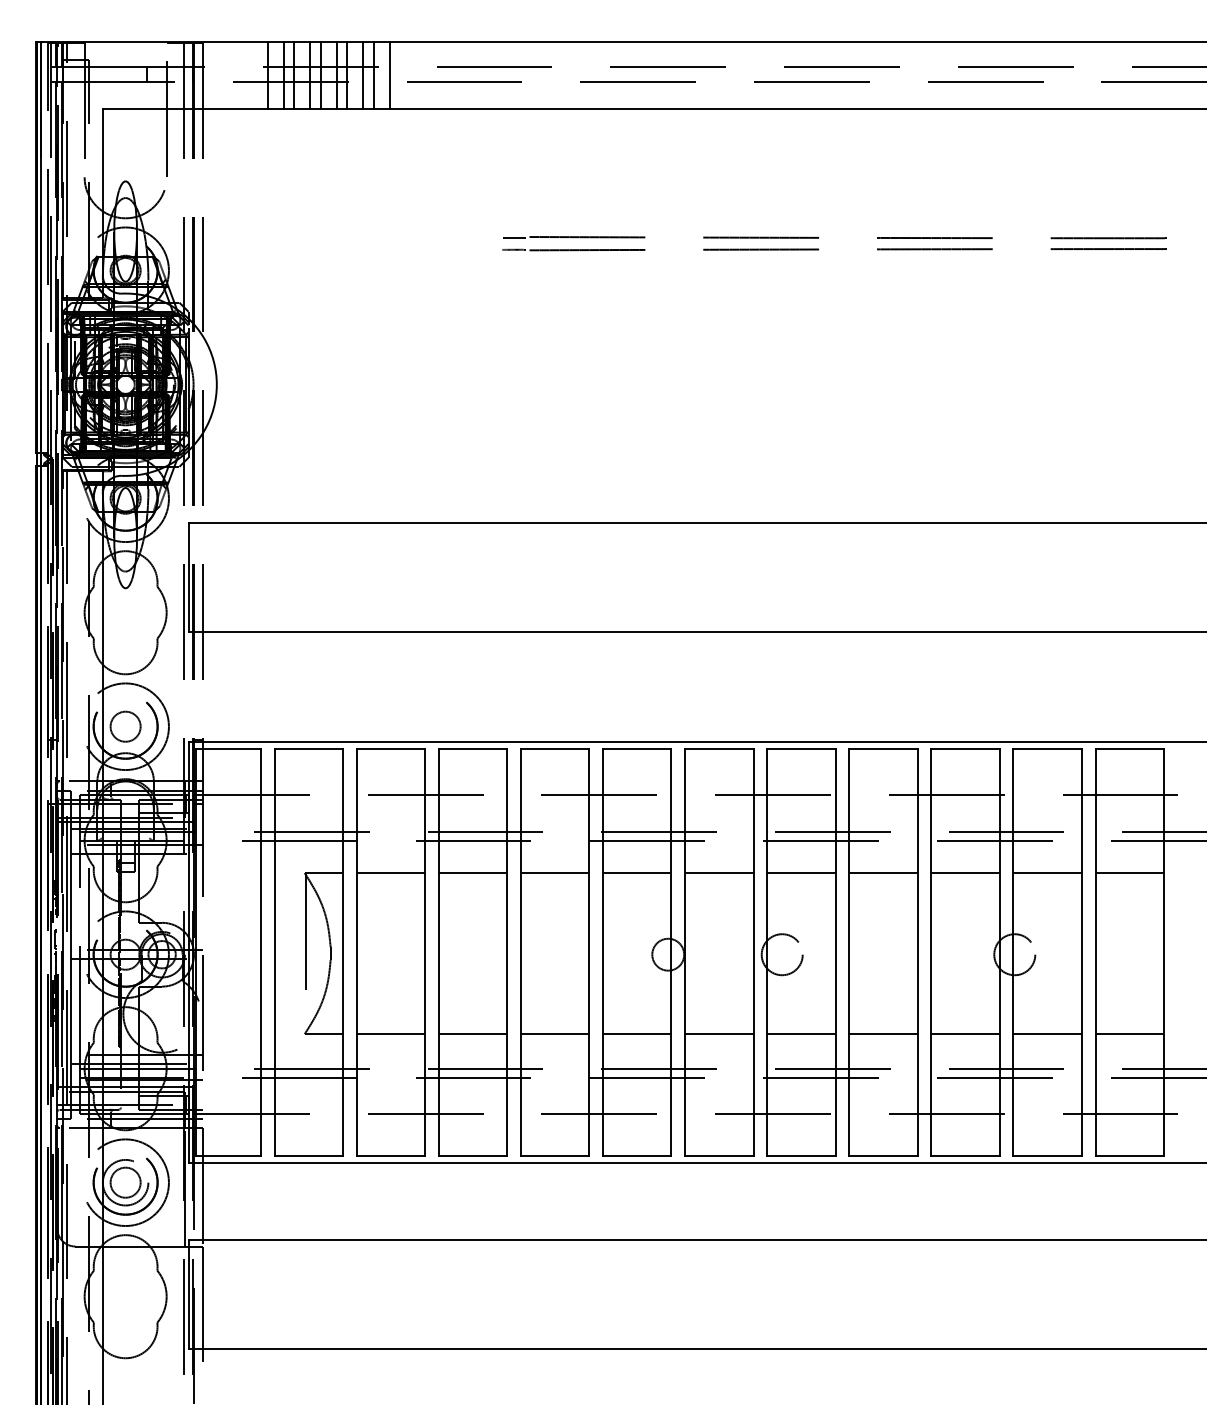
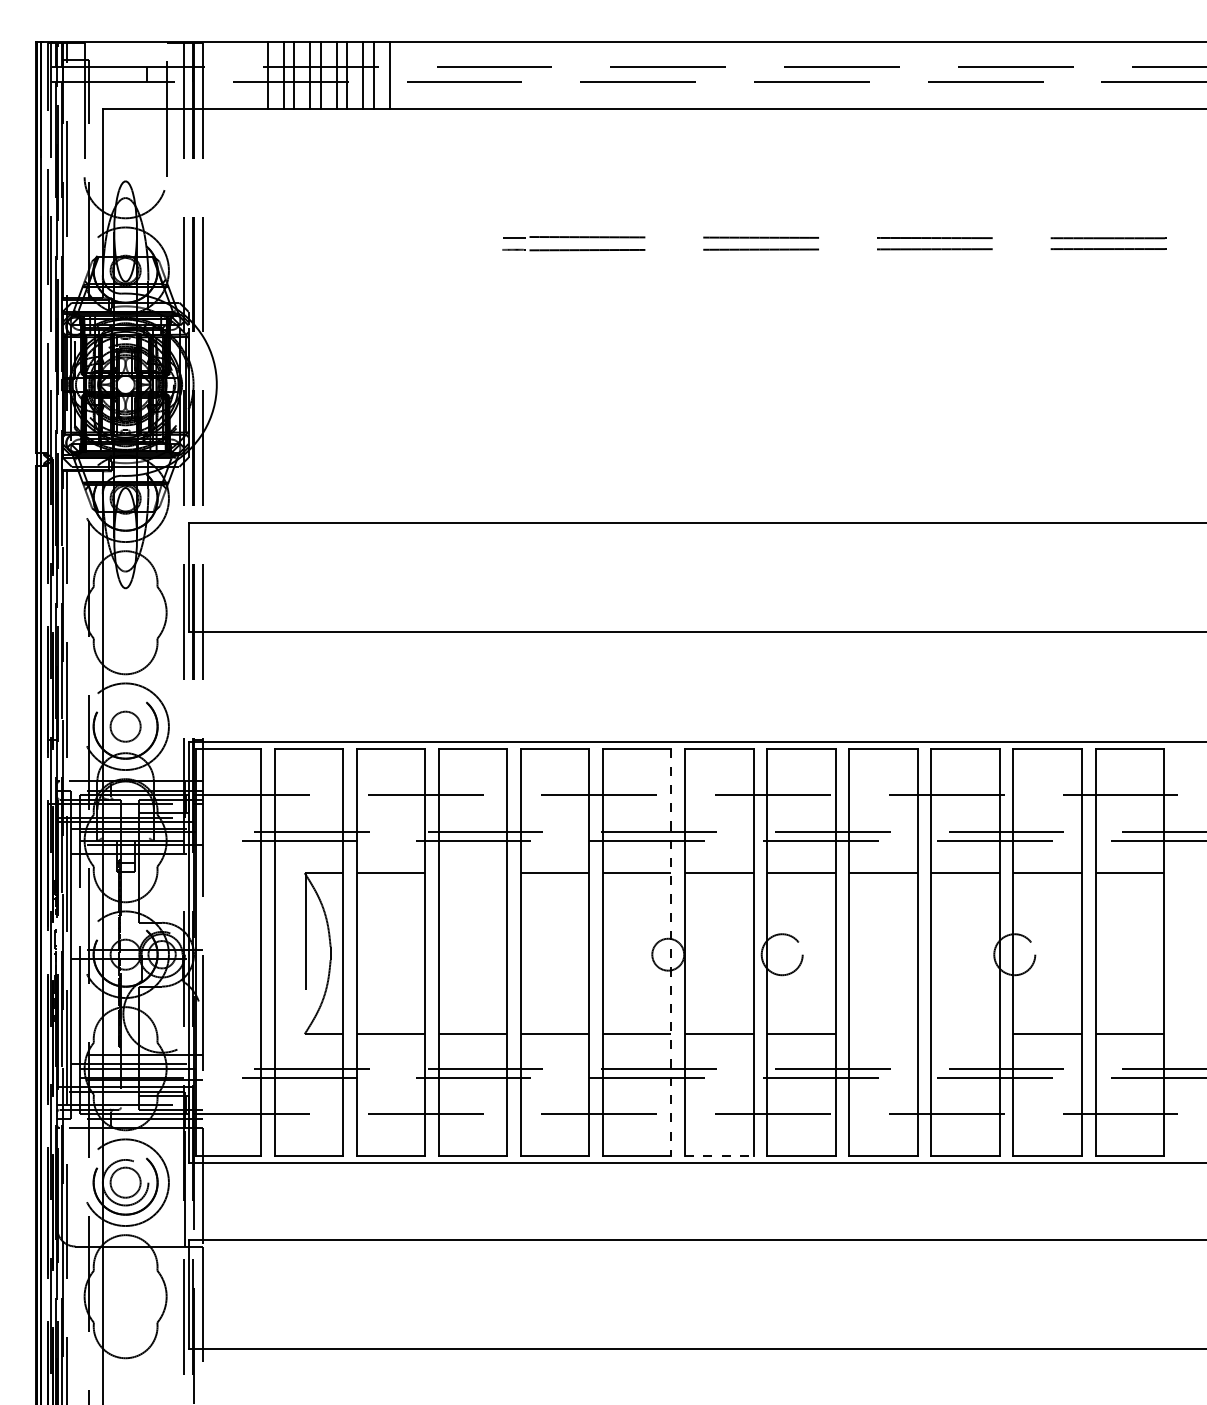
line at (472, 873): present -> none
line at (671, 952): solid -> dashed
line at (883, 1034): present -> none
line at (965, 1034): present -> none
line at (719, 1156): solid -> dashed
